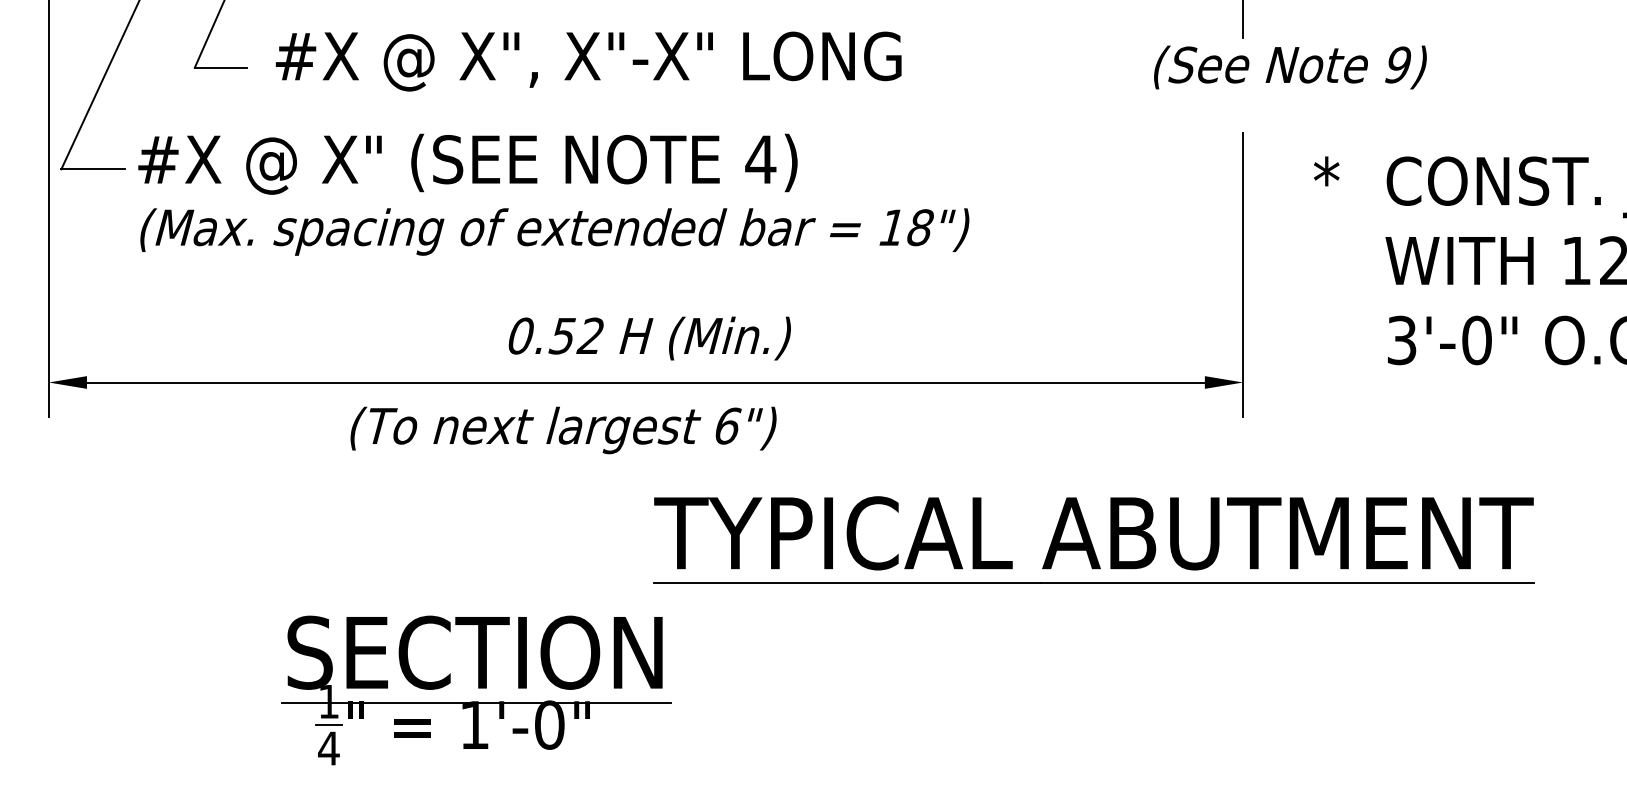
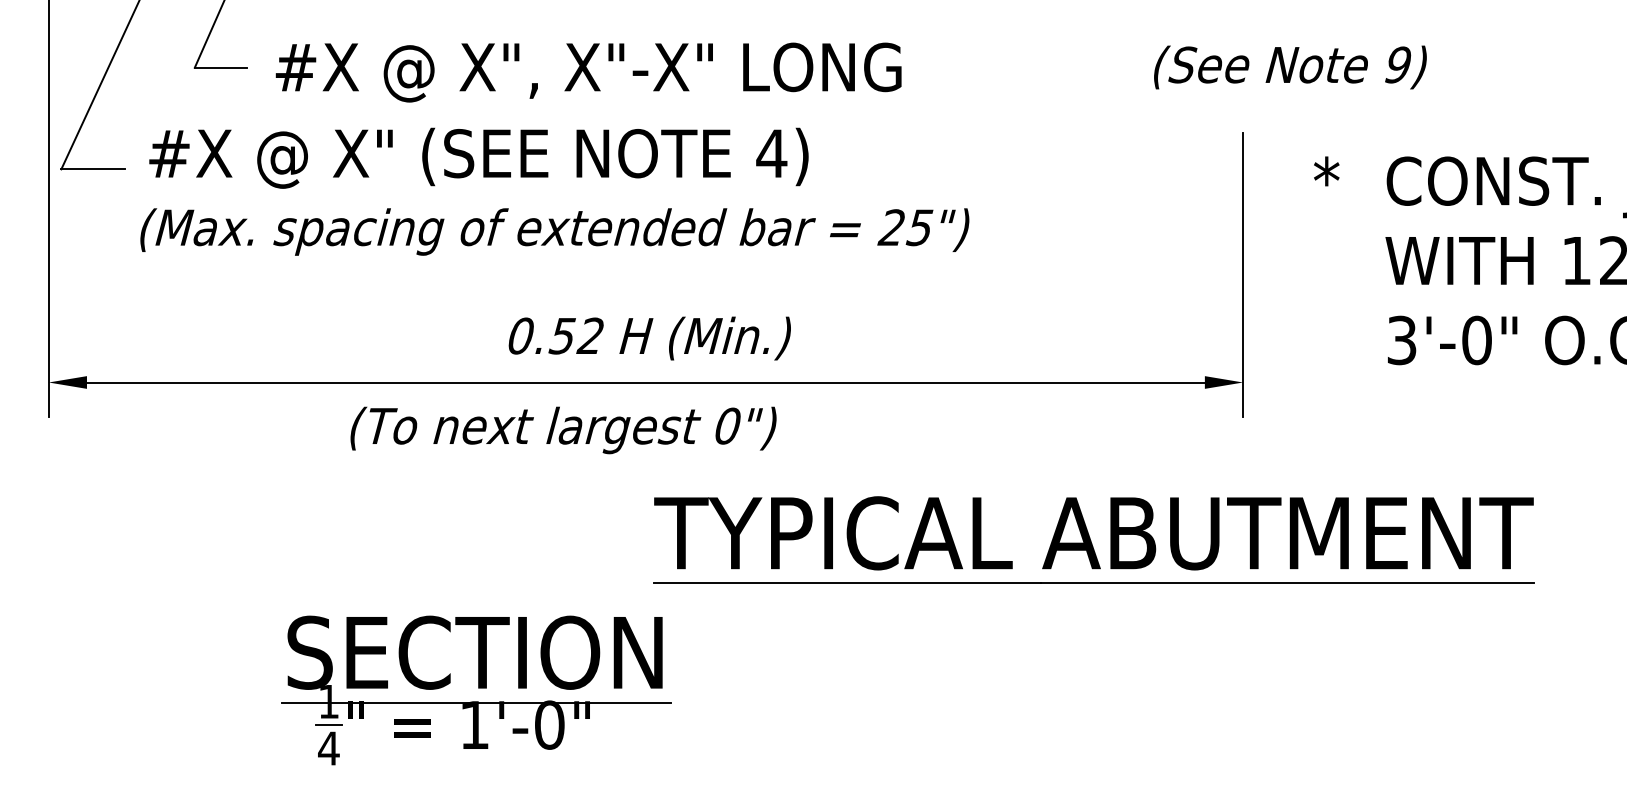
line at (1243, 19): present -> none
text at (588, 61) position: (588, 61) -> (588, 72)
text at (467, 163) position: (467, 163) -> (478, 157)
text at (905, 227): 18") -> 25")
text at (728, 425): 6") -> 0")
